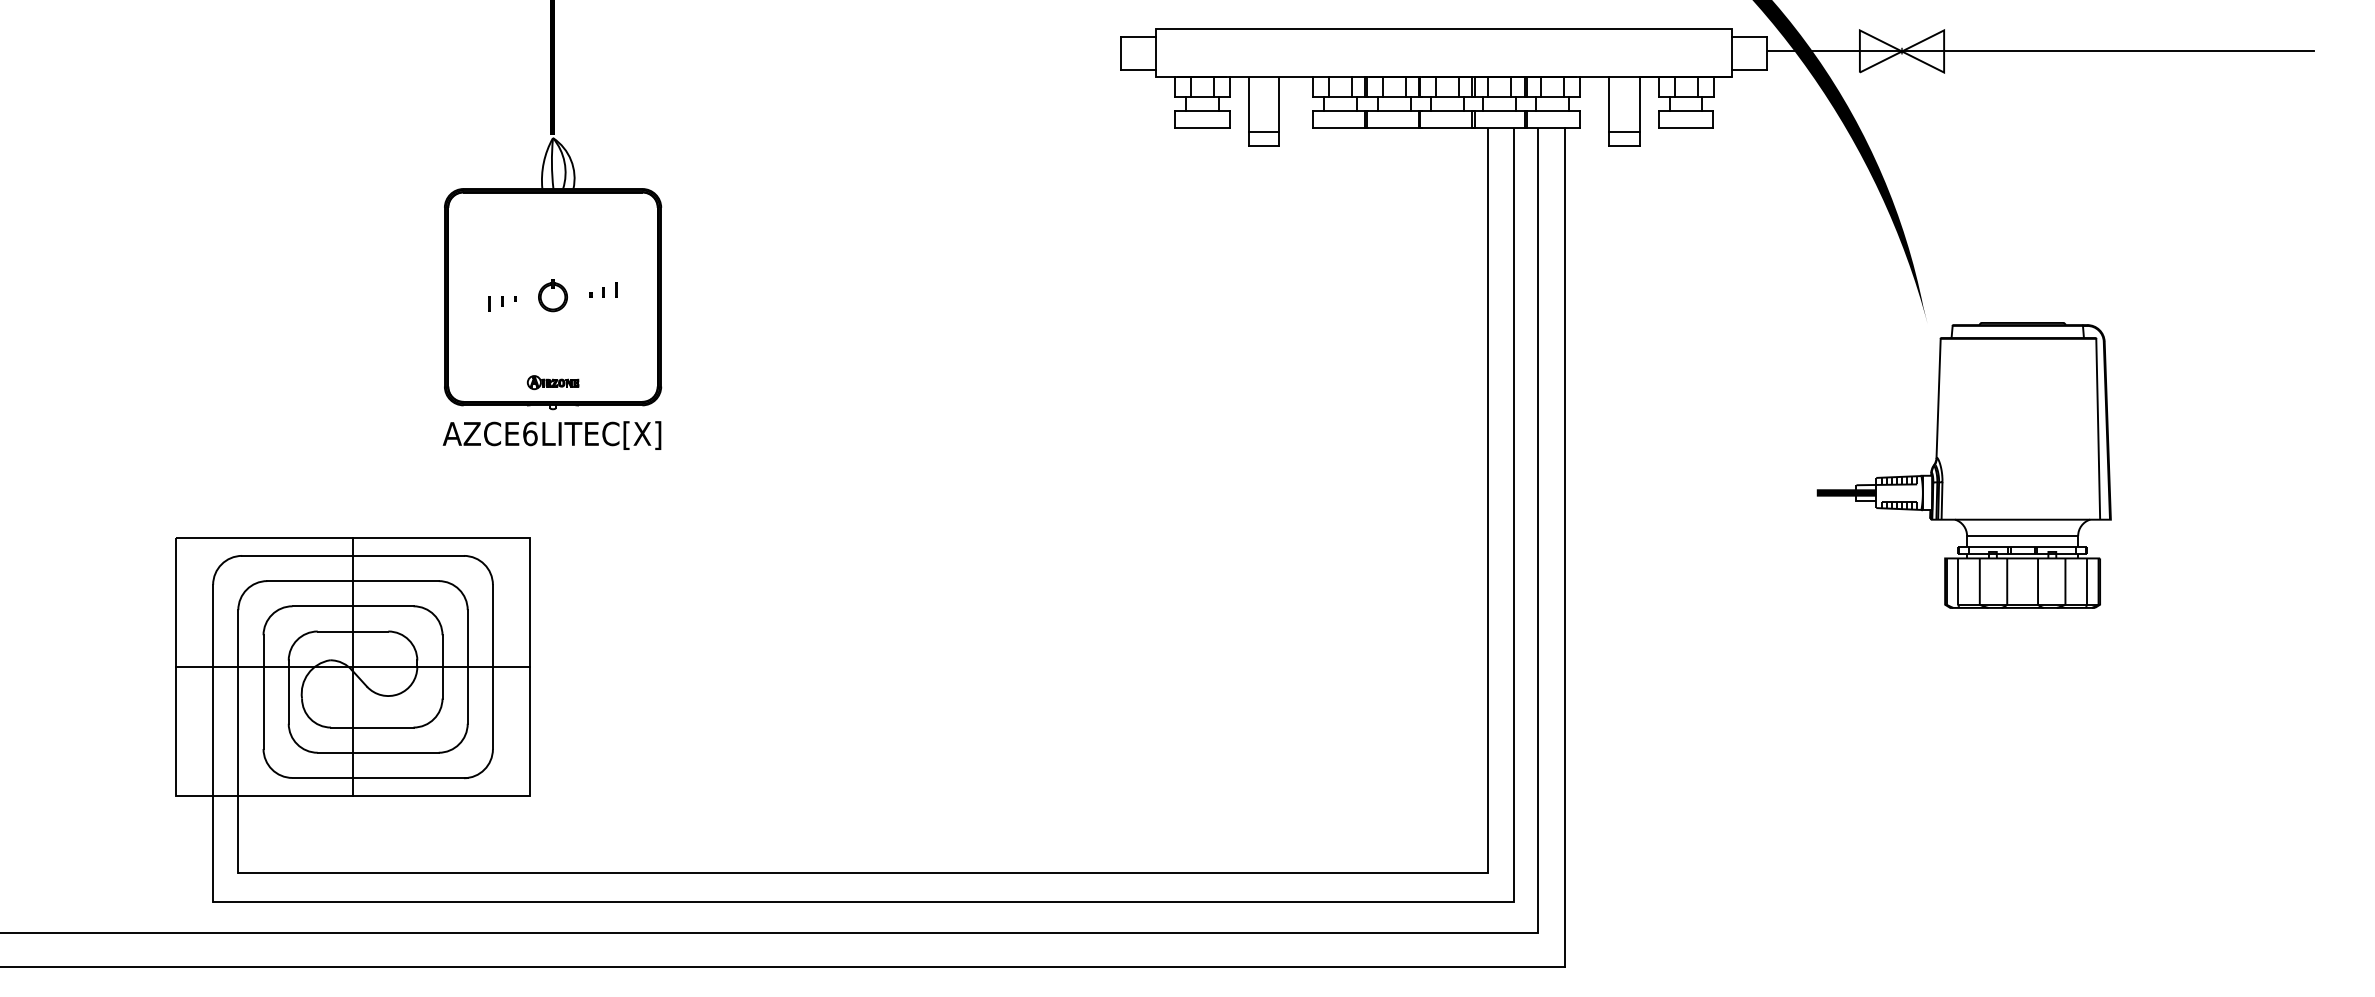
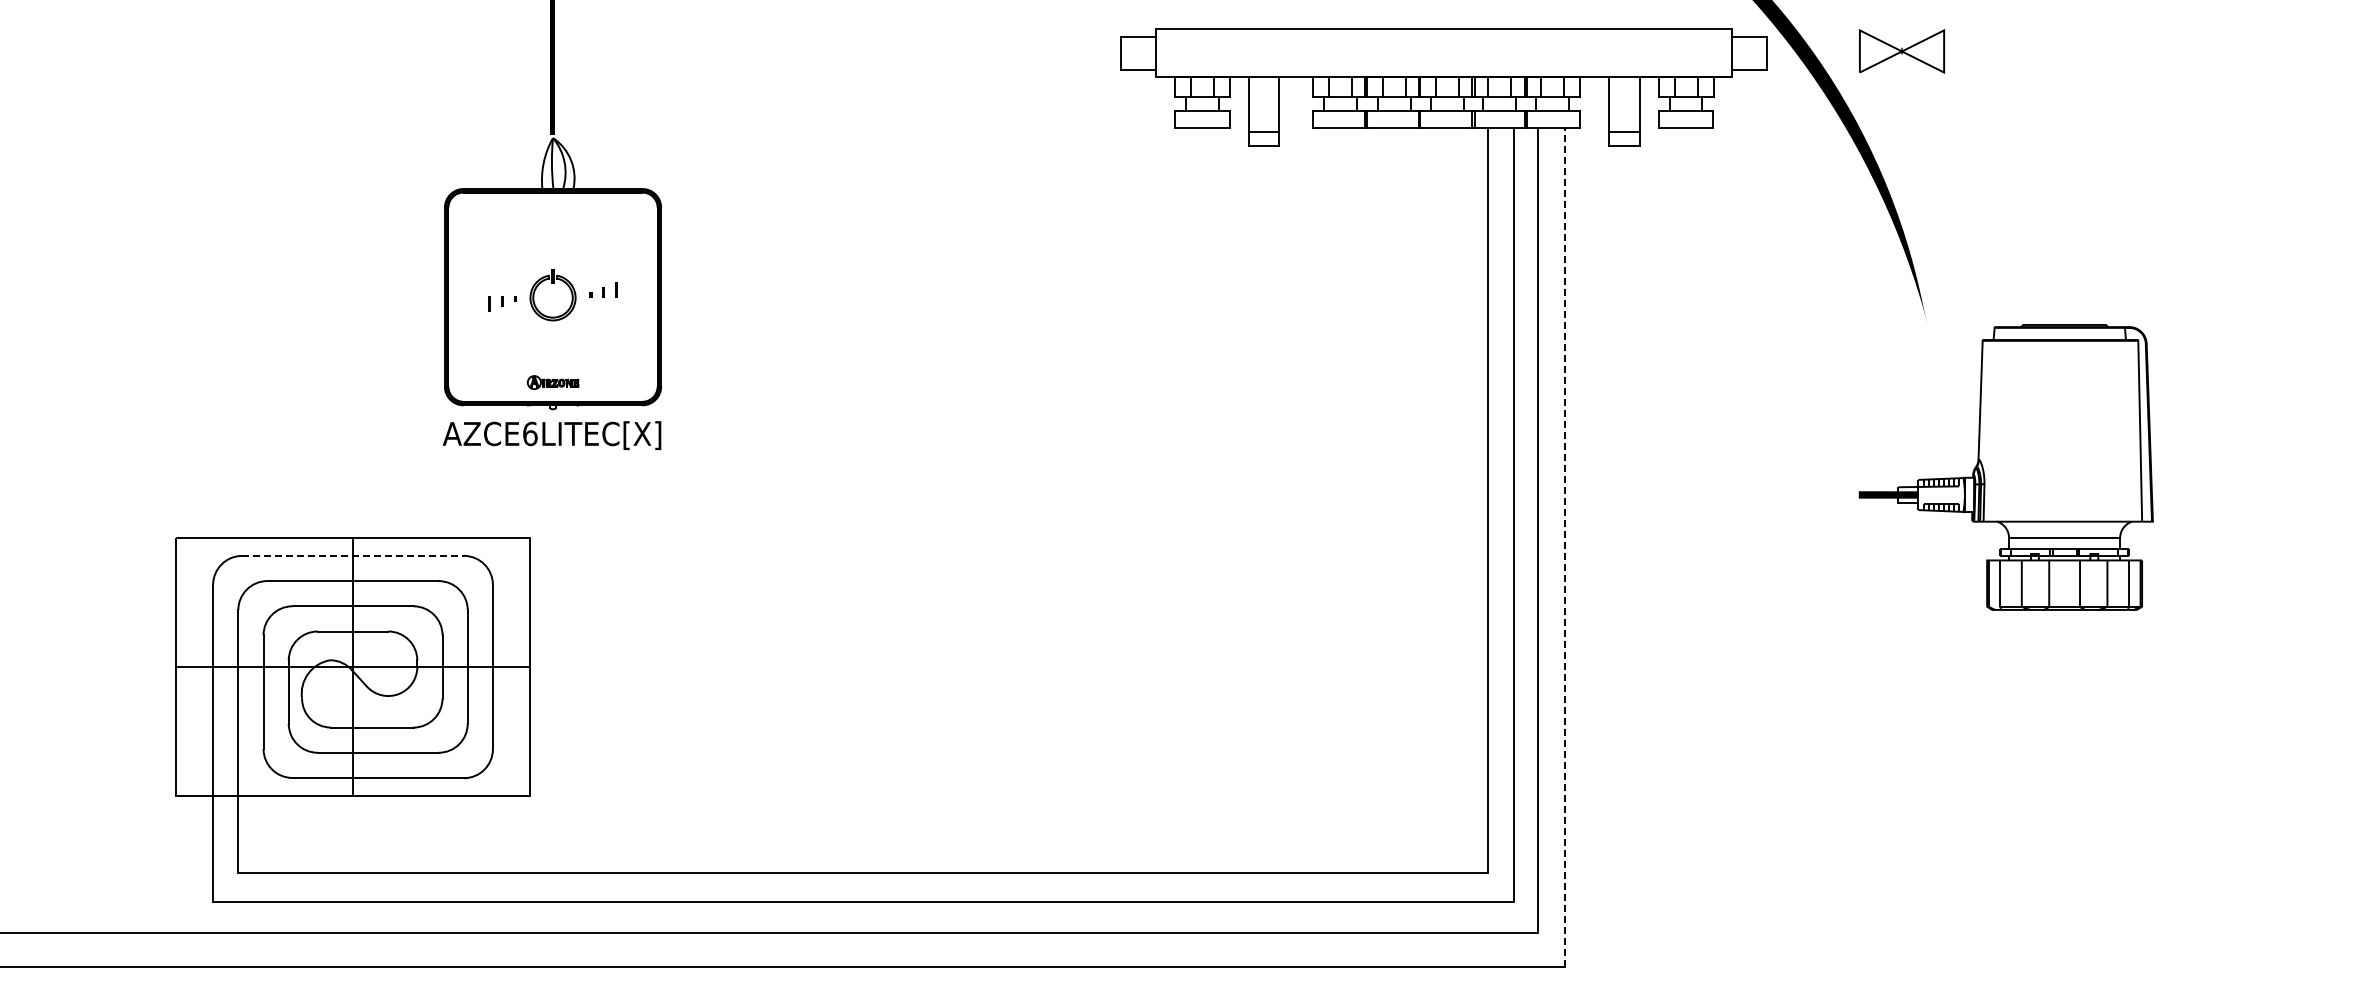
line at (2040, 51): present -> none
part at (552, 295) size: 30x34 px -> 48x53 px
part at (1963, 465) position: (1963, 465) -> (2005, 467)
line at (1565, 547): solid -> dashed
line at (353, 555): solid -> dashed
